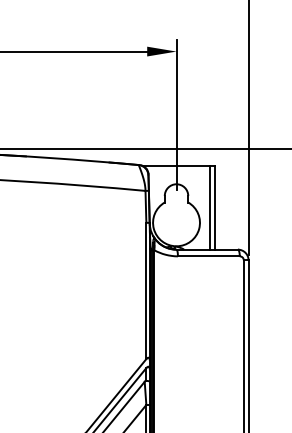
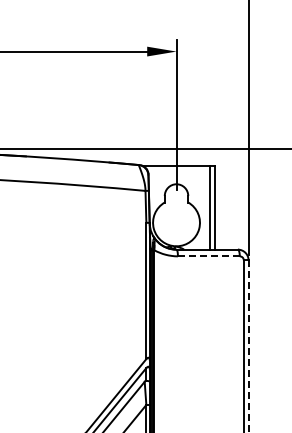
line at (208, 256): solid -> dashed
line at (248, 346): solid -> dashed
